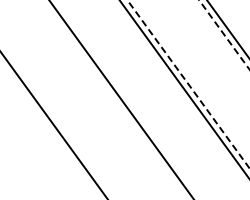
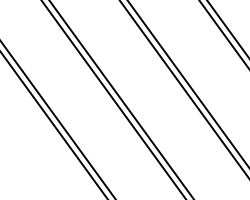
line at (224, 35): dashed -> solid
line at (188, 84): dashed -> solid
line at (113, 99): none -> present
line at (57, 119): none -> present
